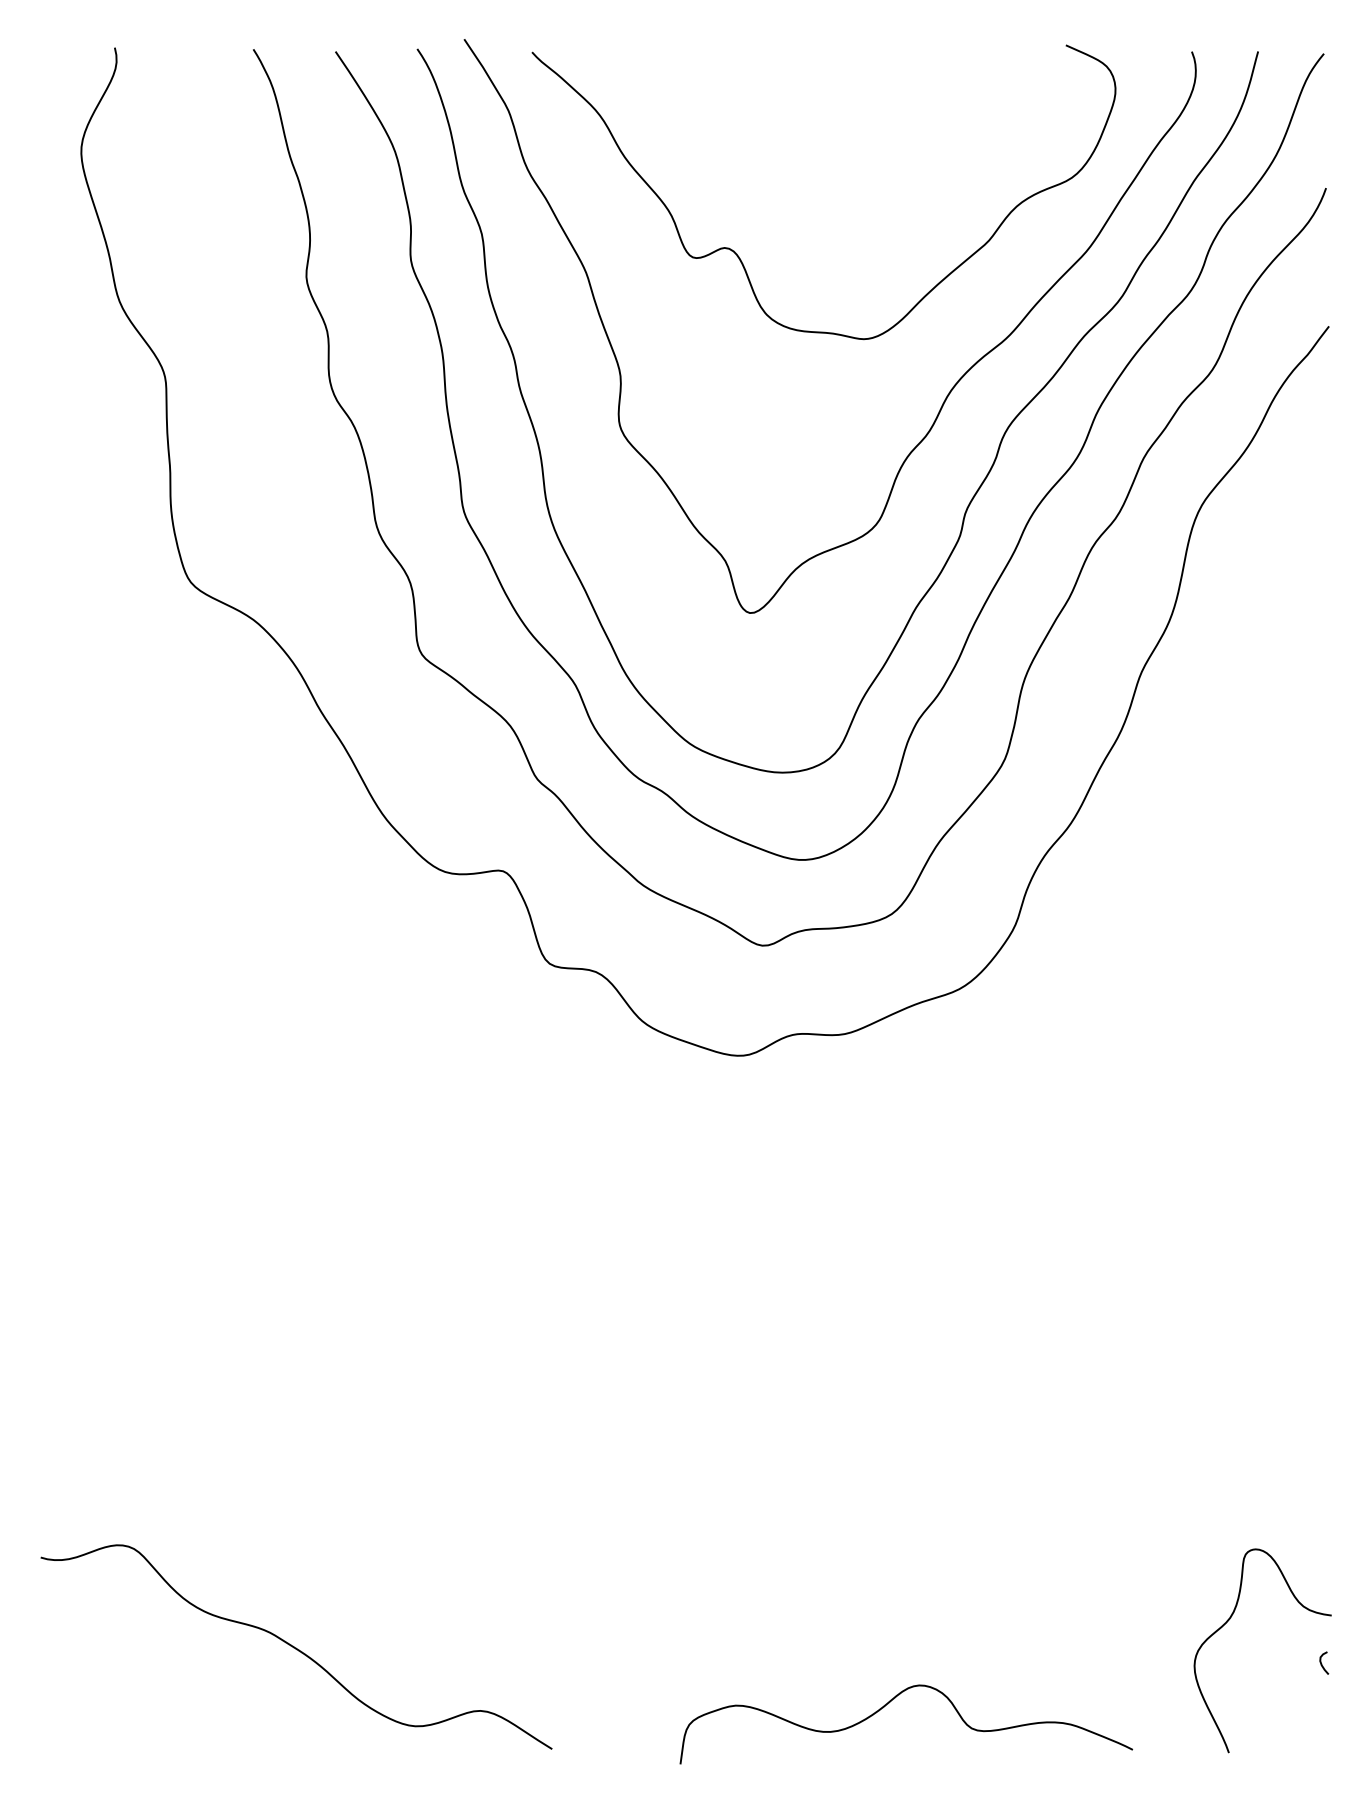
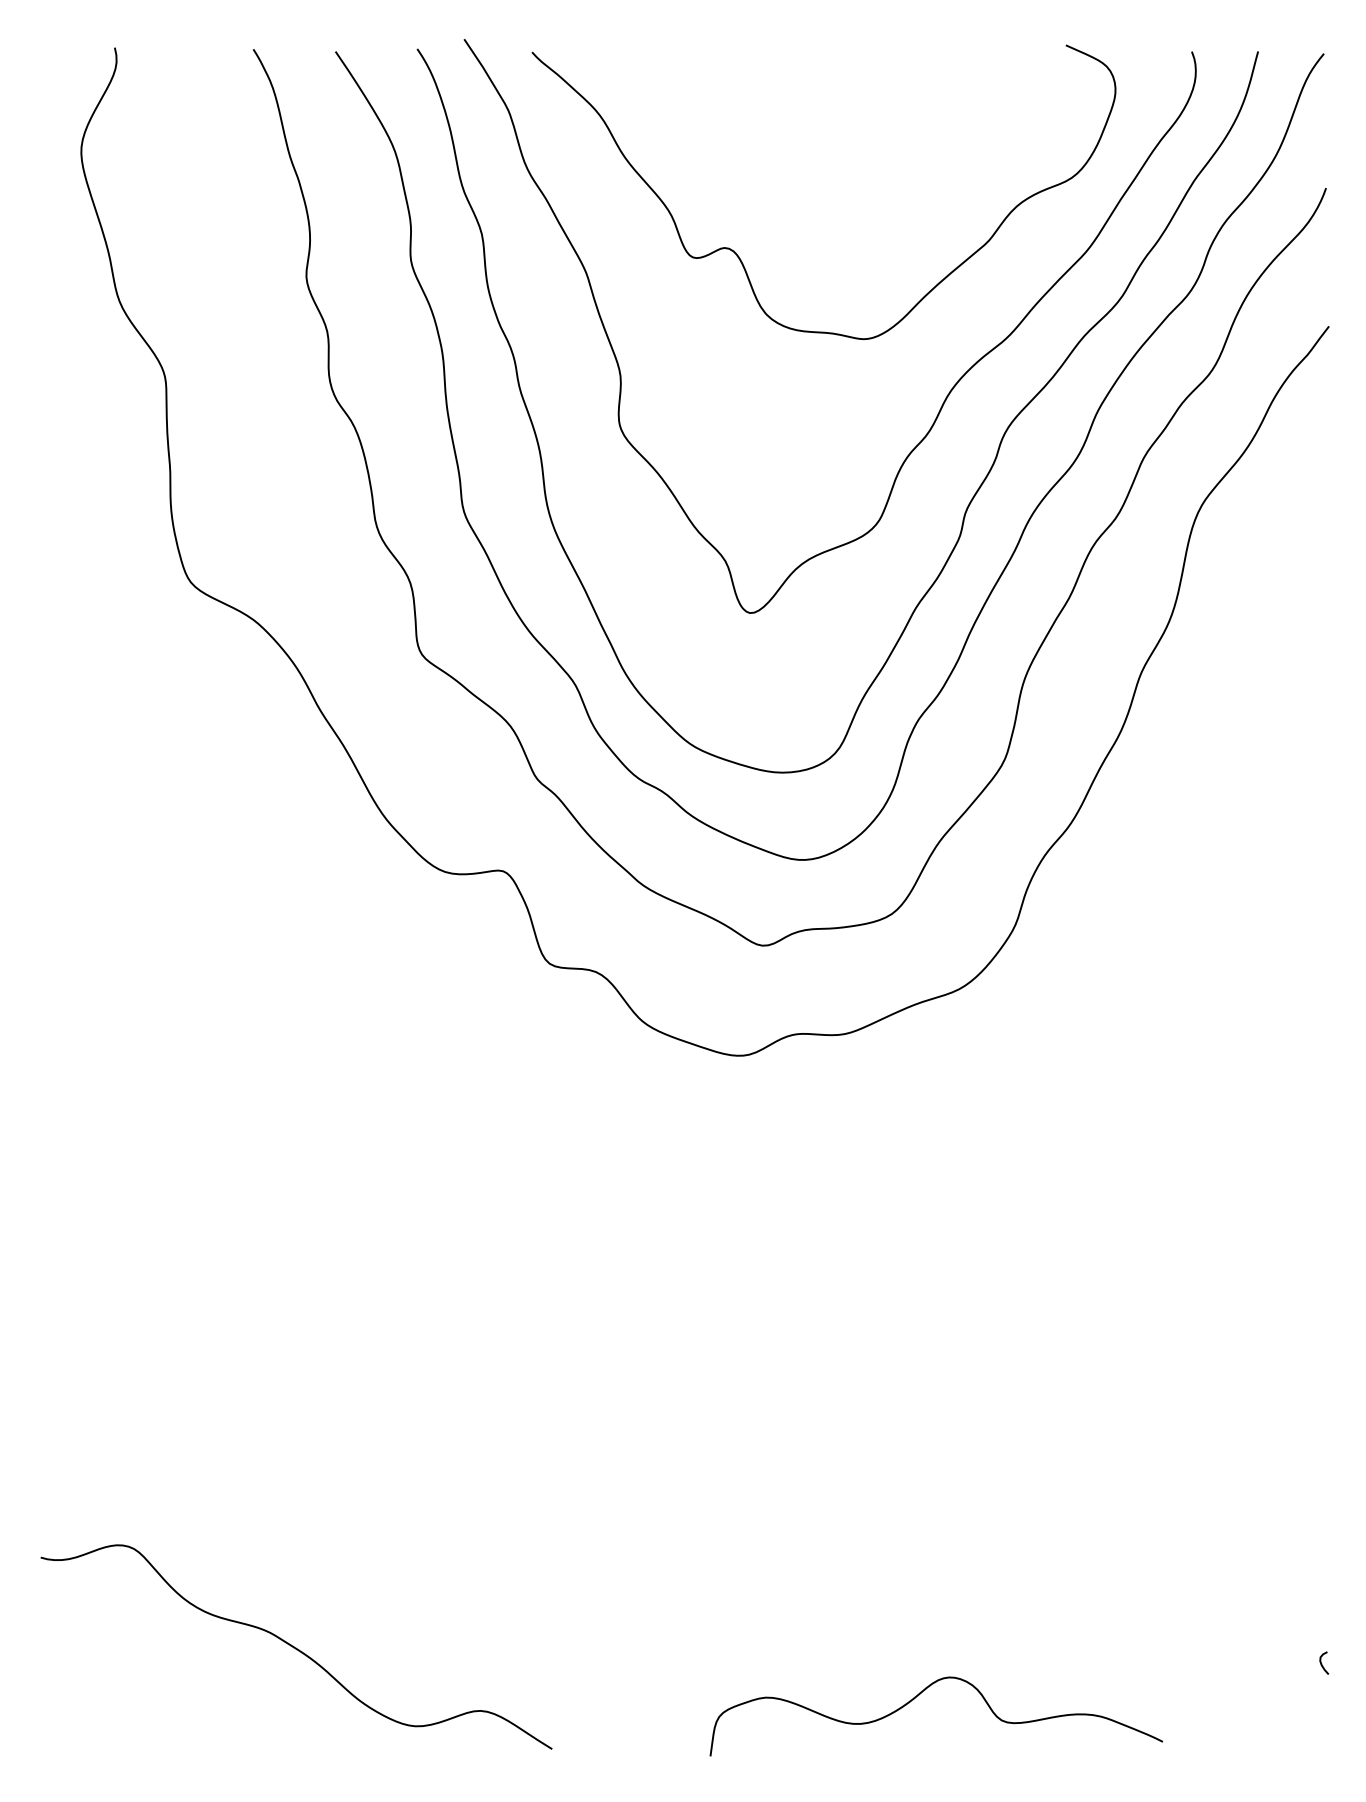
curve at (1230, 1619): present -> none
curve at (888, 1704) position: (888, 1704) -> (918, 1696)
